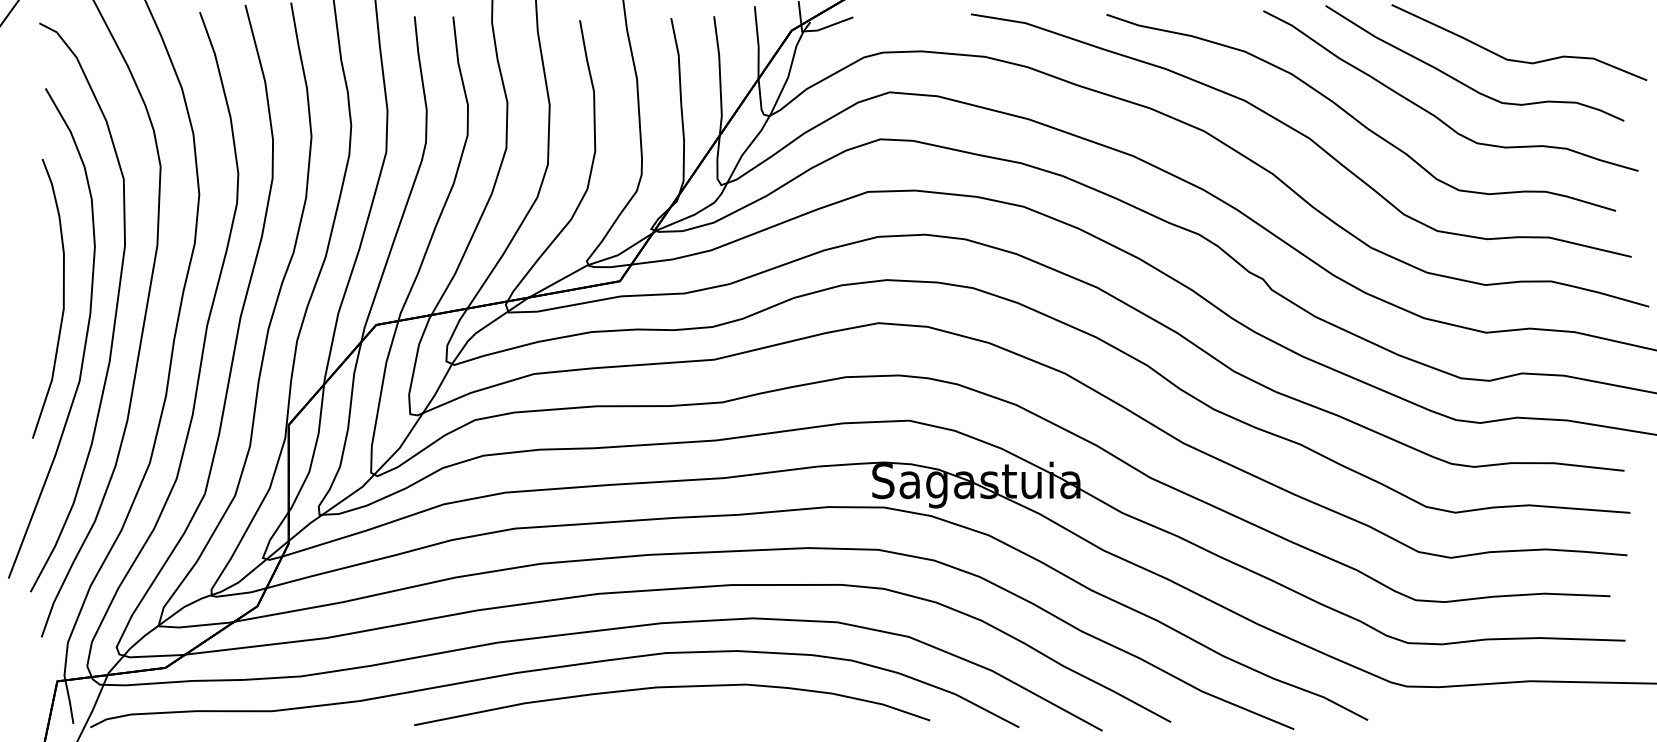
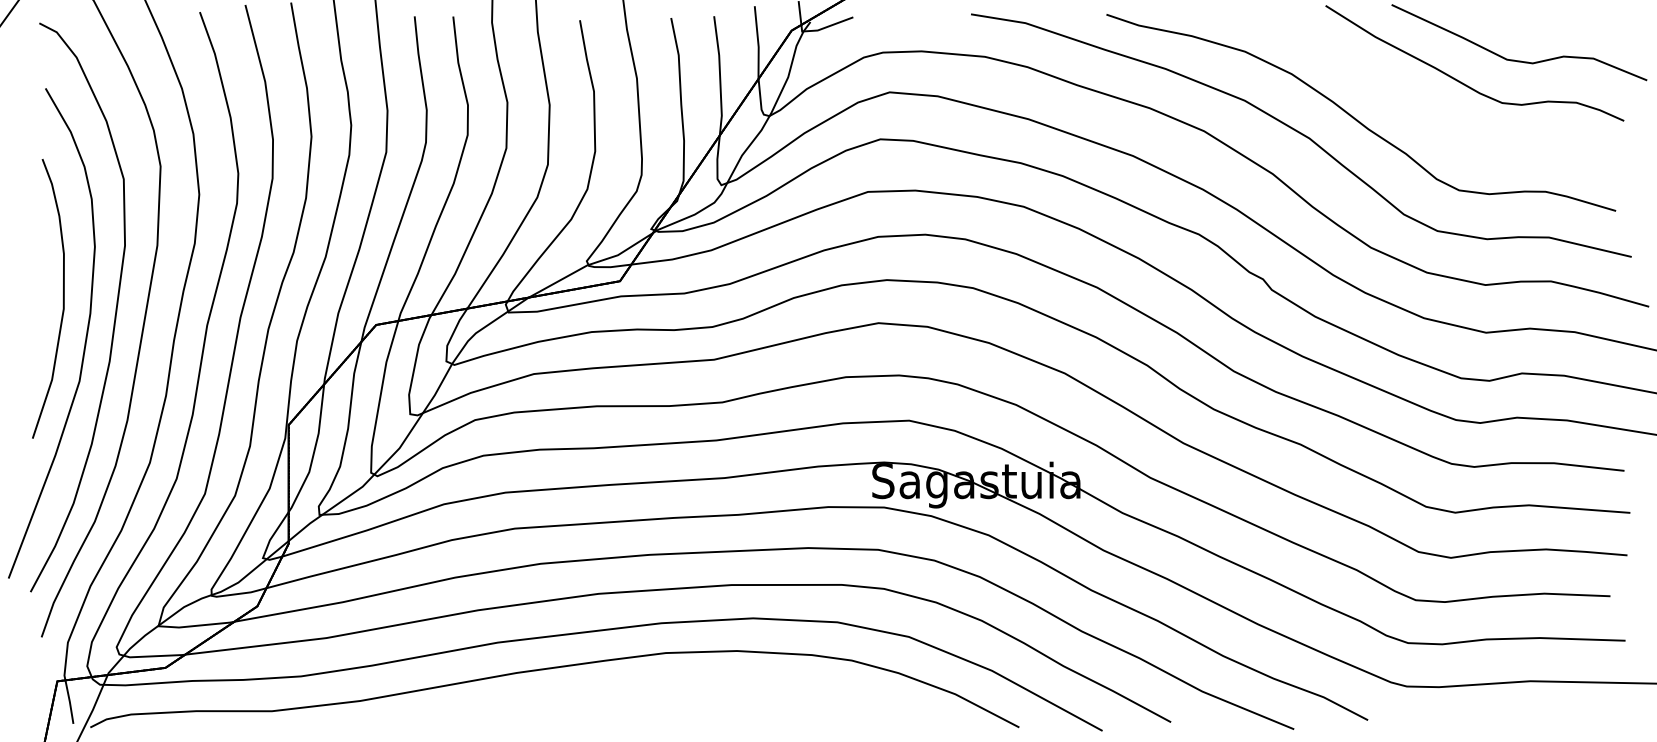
part at (1434, 114): present -> none
curve at (672, 687): present -> none
